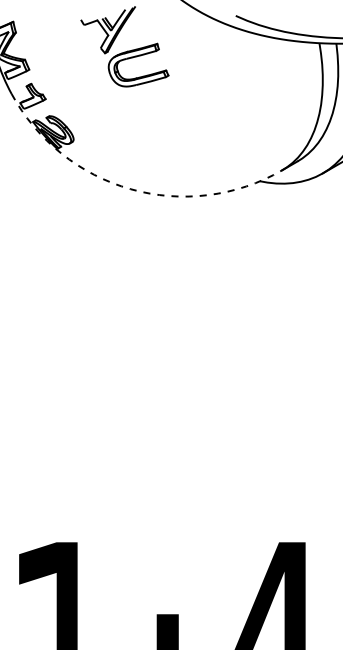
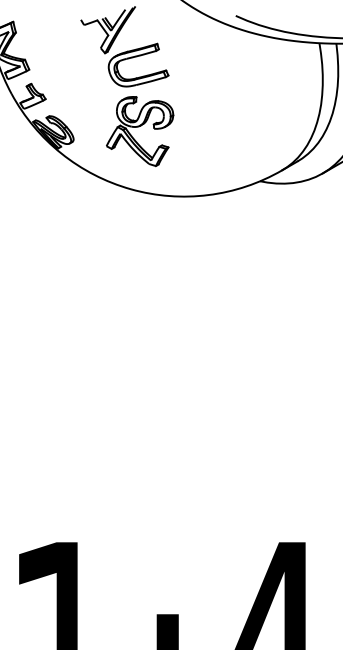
part at (140, 131): none -> present
arc at (130, 189): dashed -> solid
